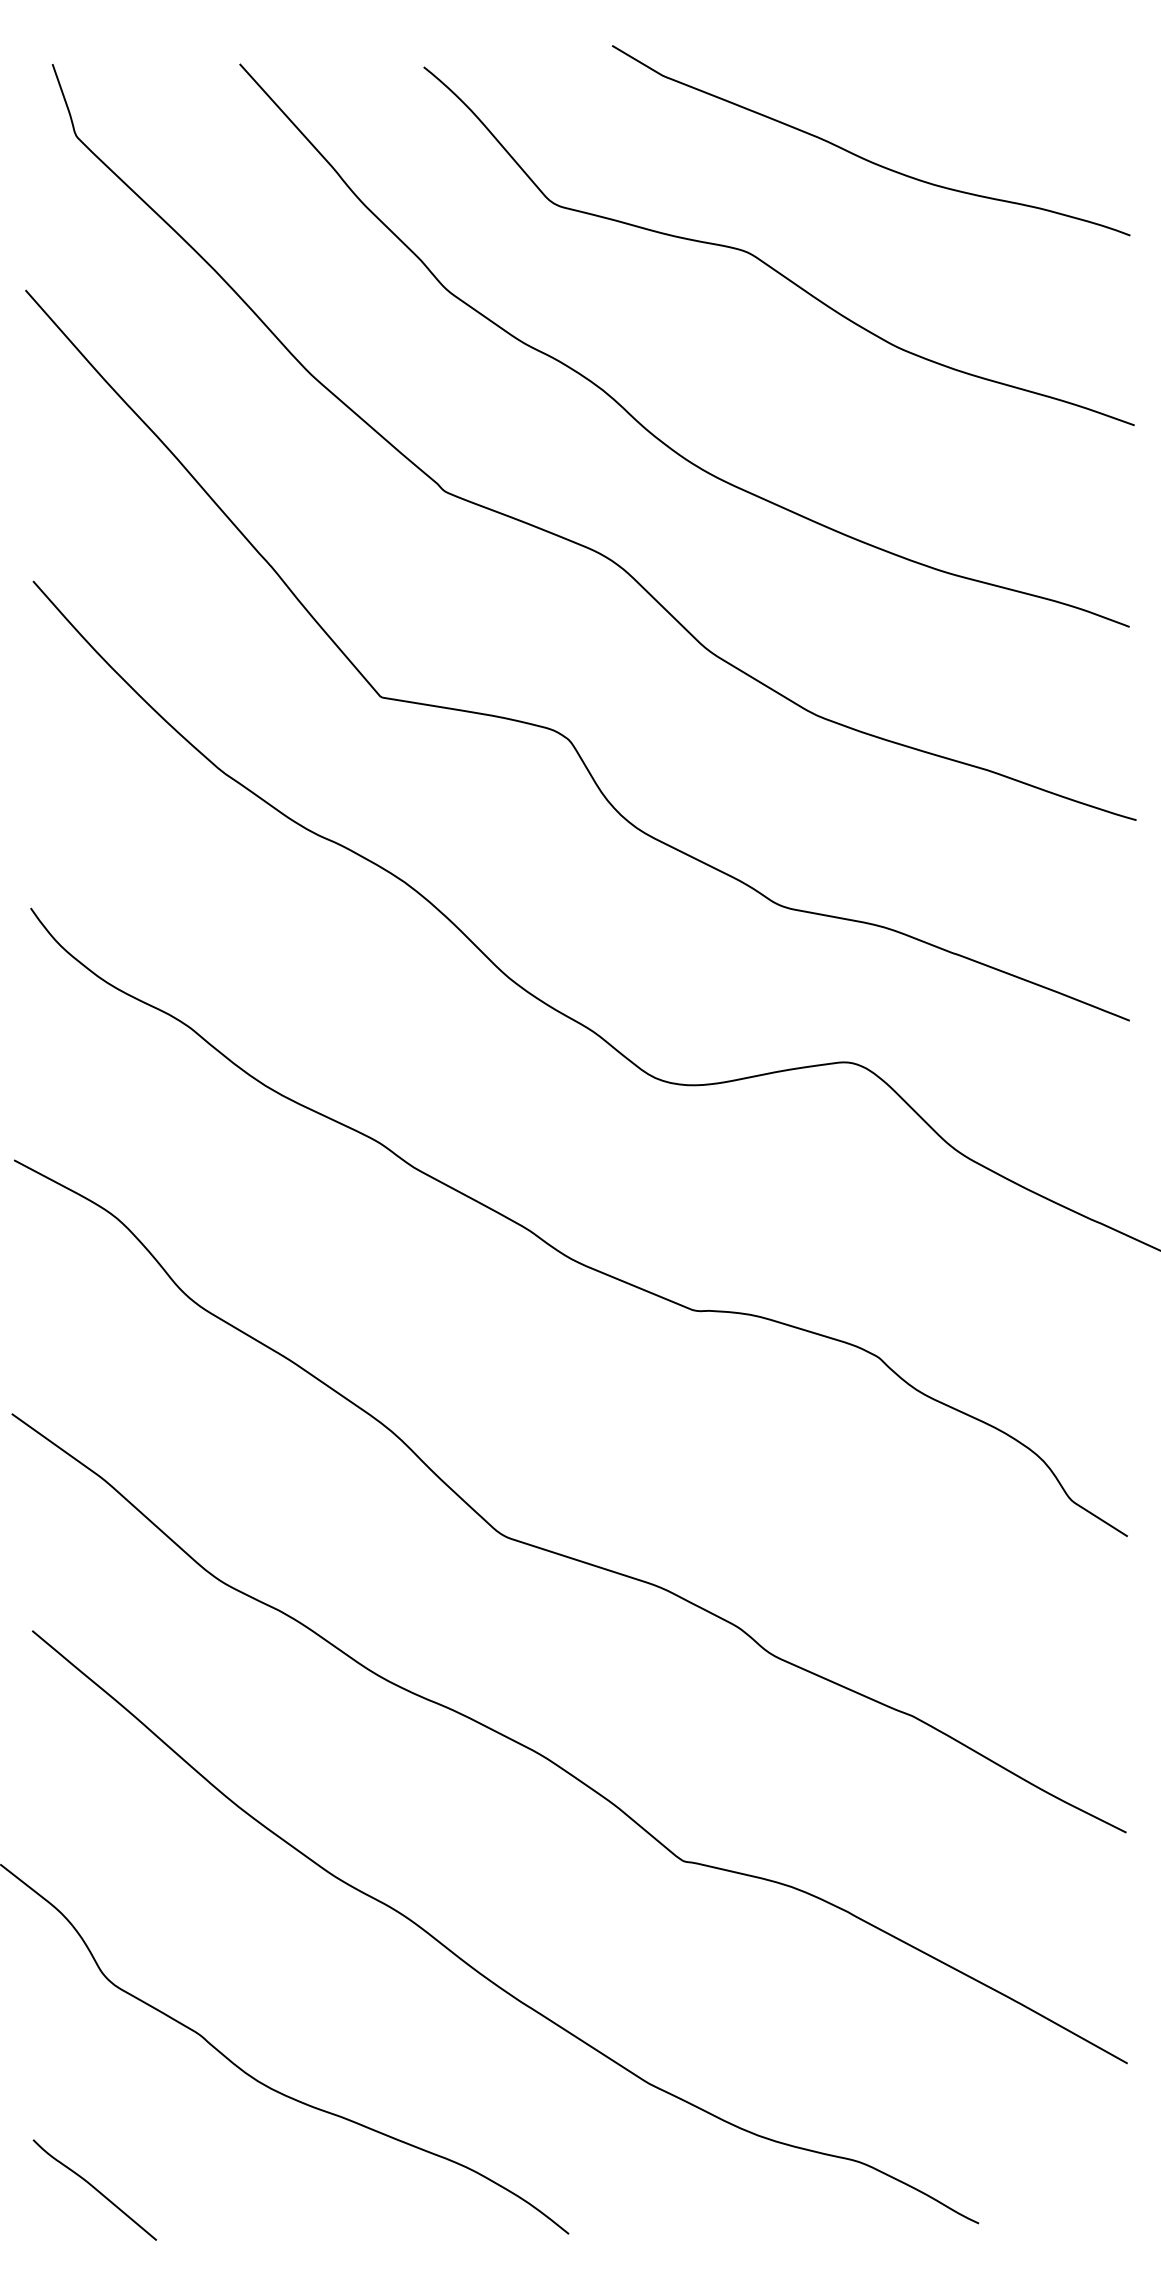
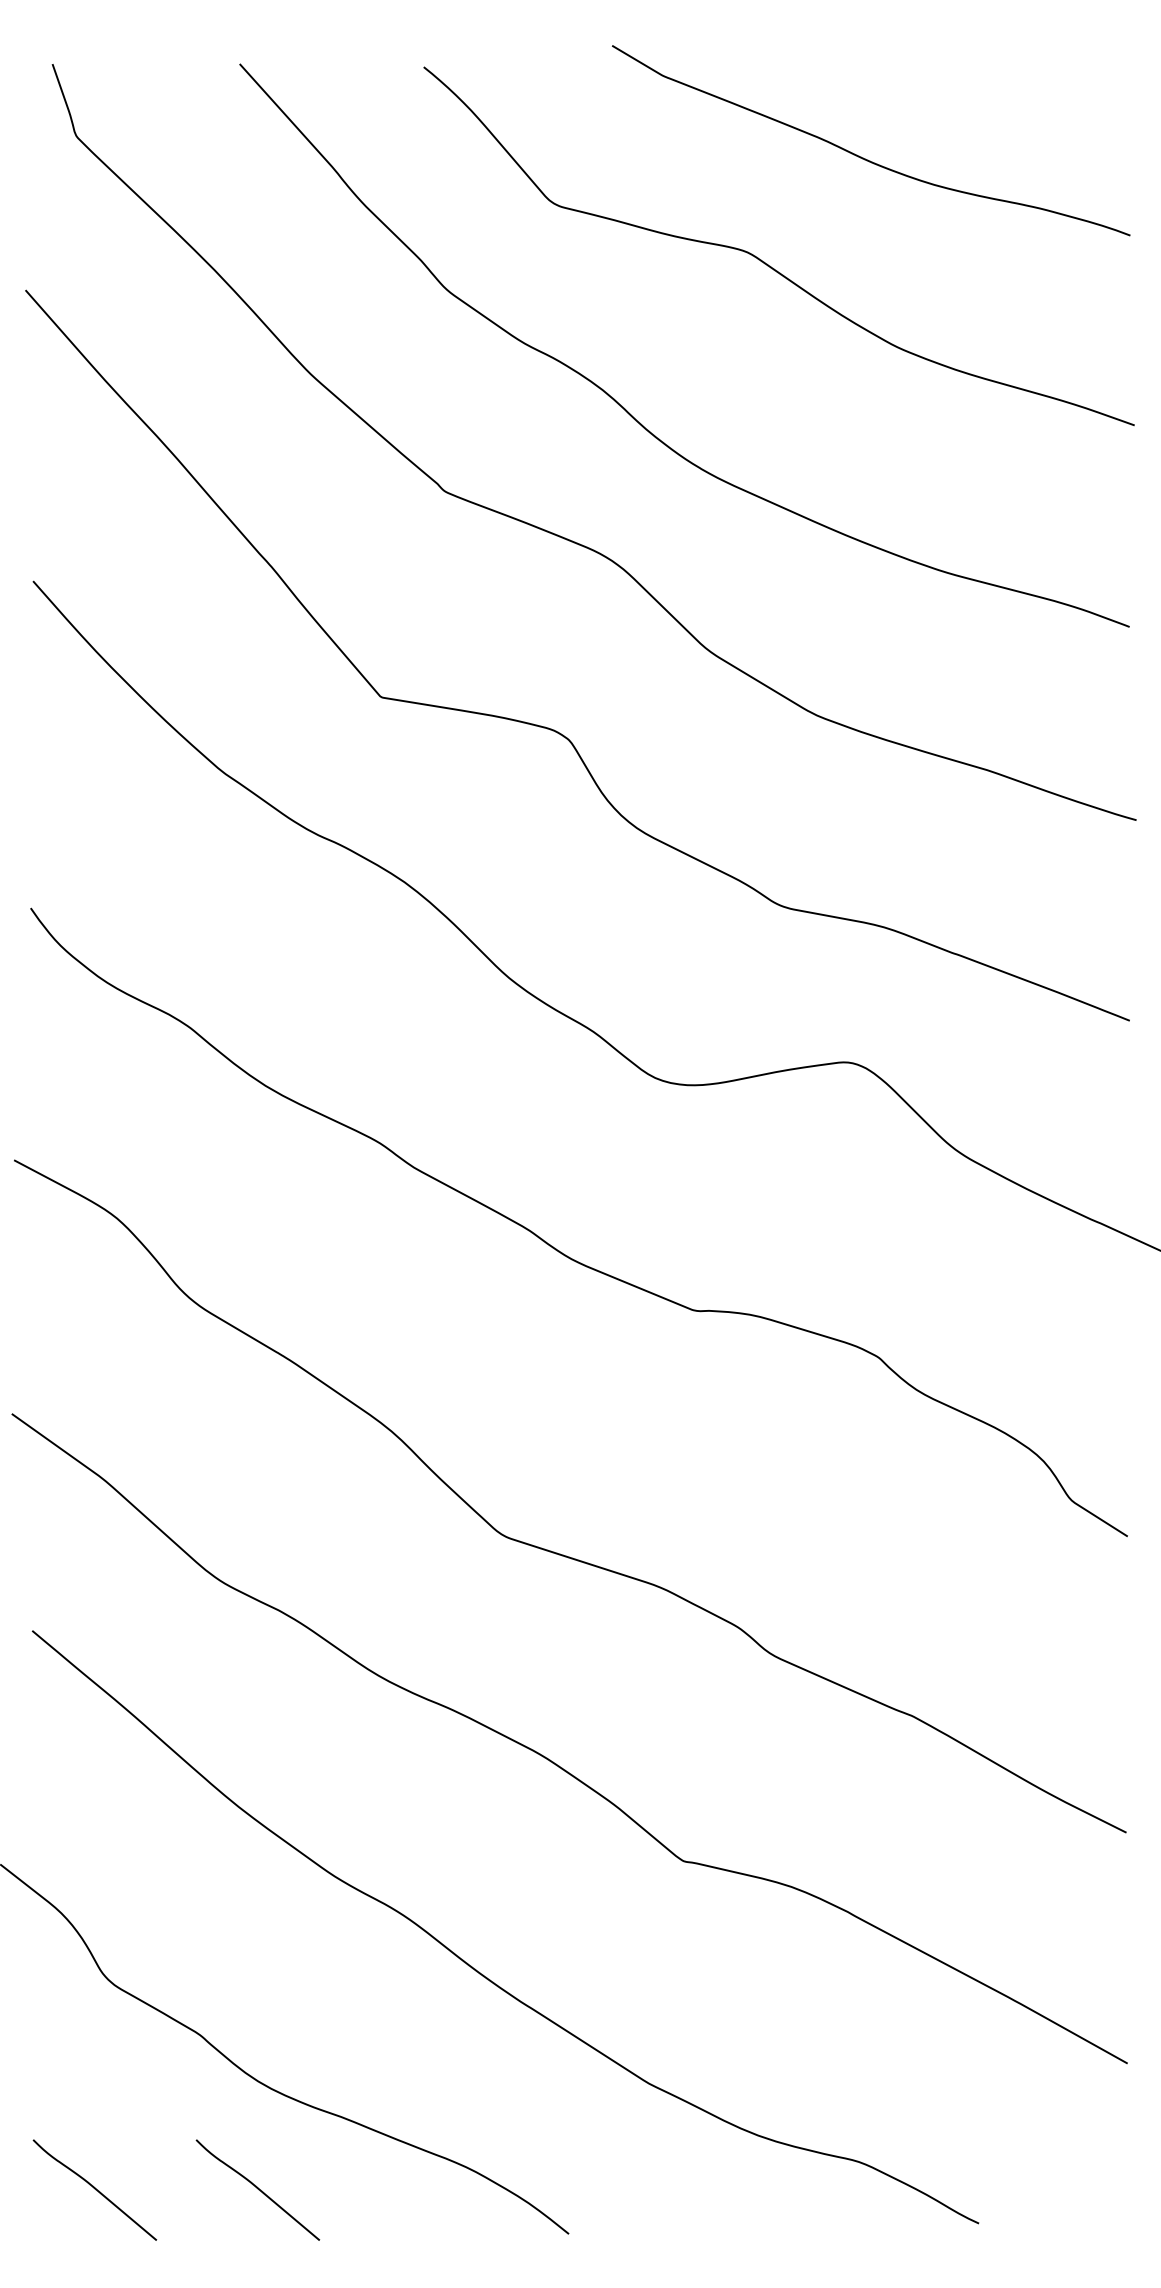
curve at (257, 2189): none -> present
